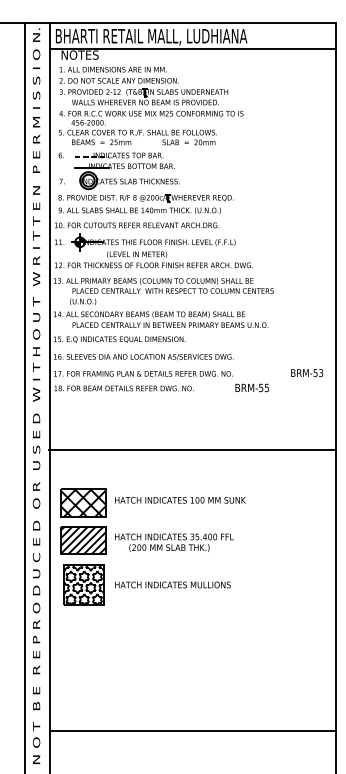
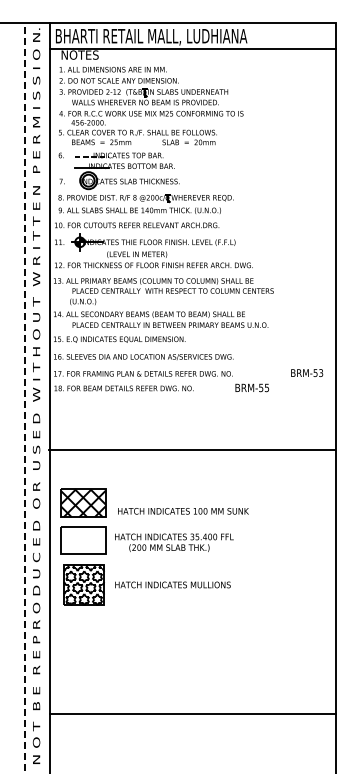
line at (25, 398): solid -> dashed
text at (180, 500) position: (180, 500) -> (183, 511)
hatch at (83, 540): present -> none
line at (192, 731) position: (192, 731) -> (192, 714)
